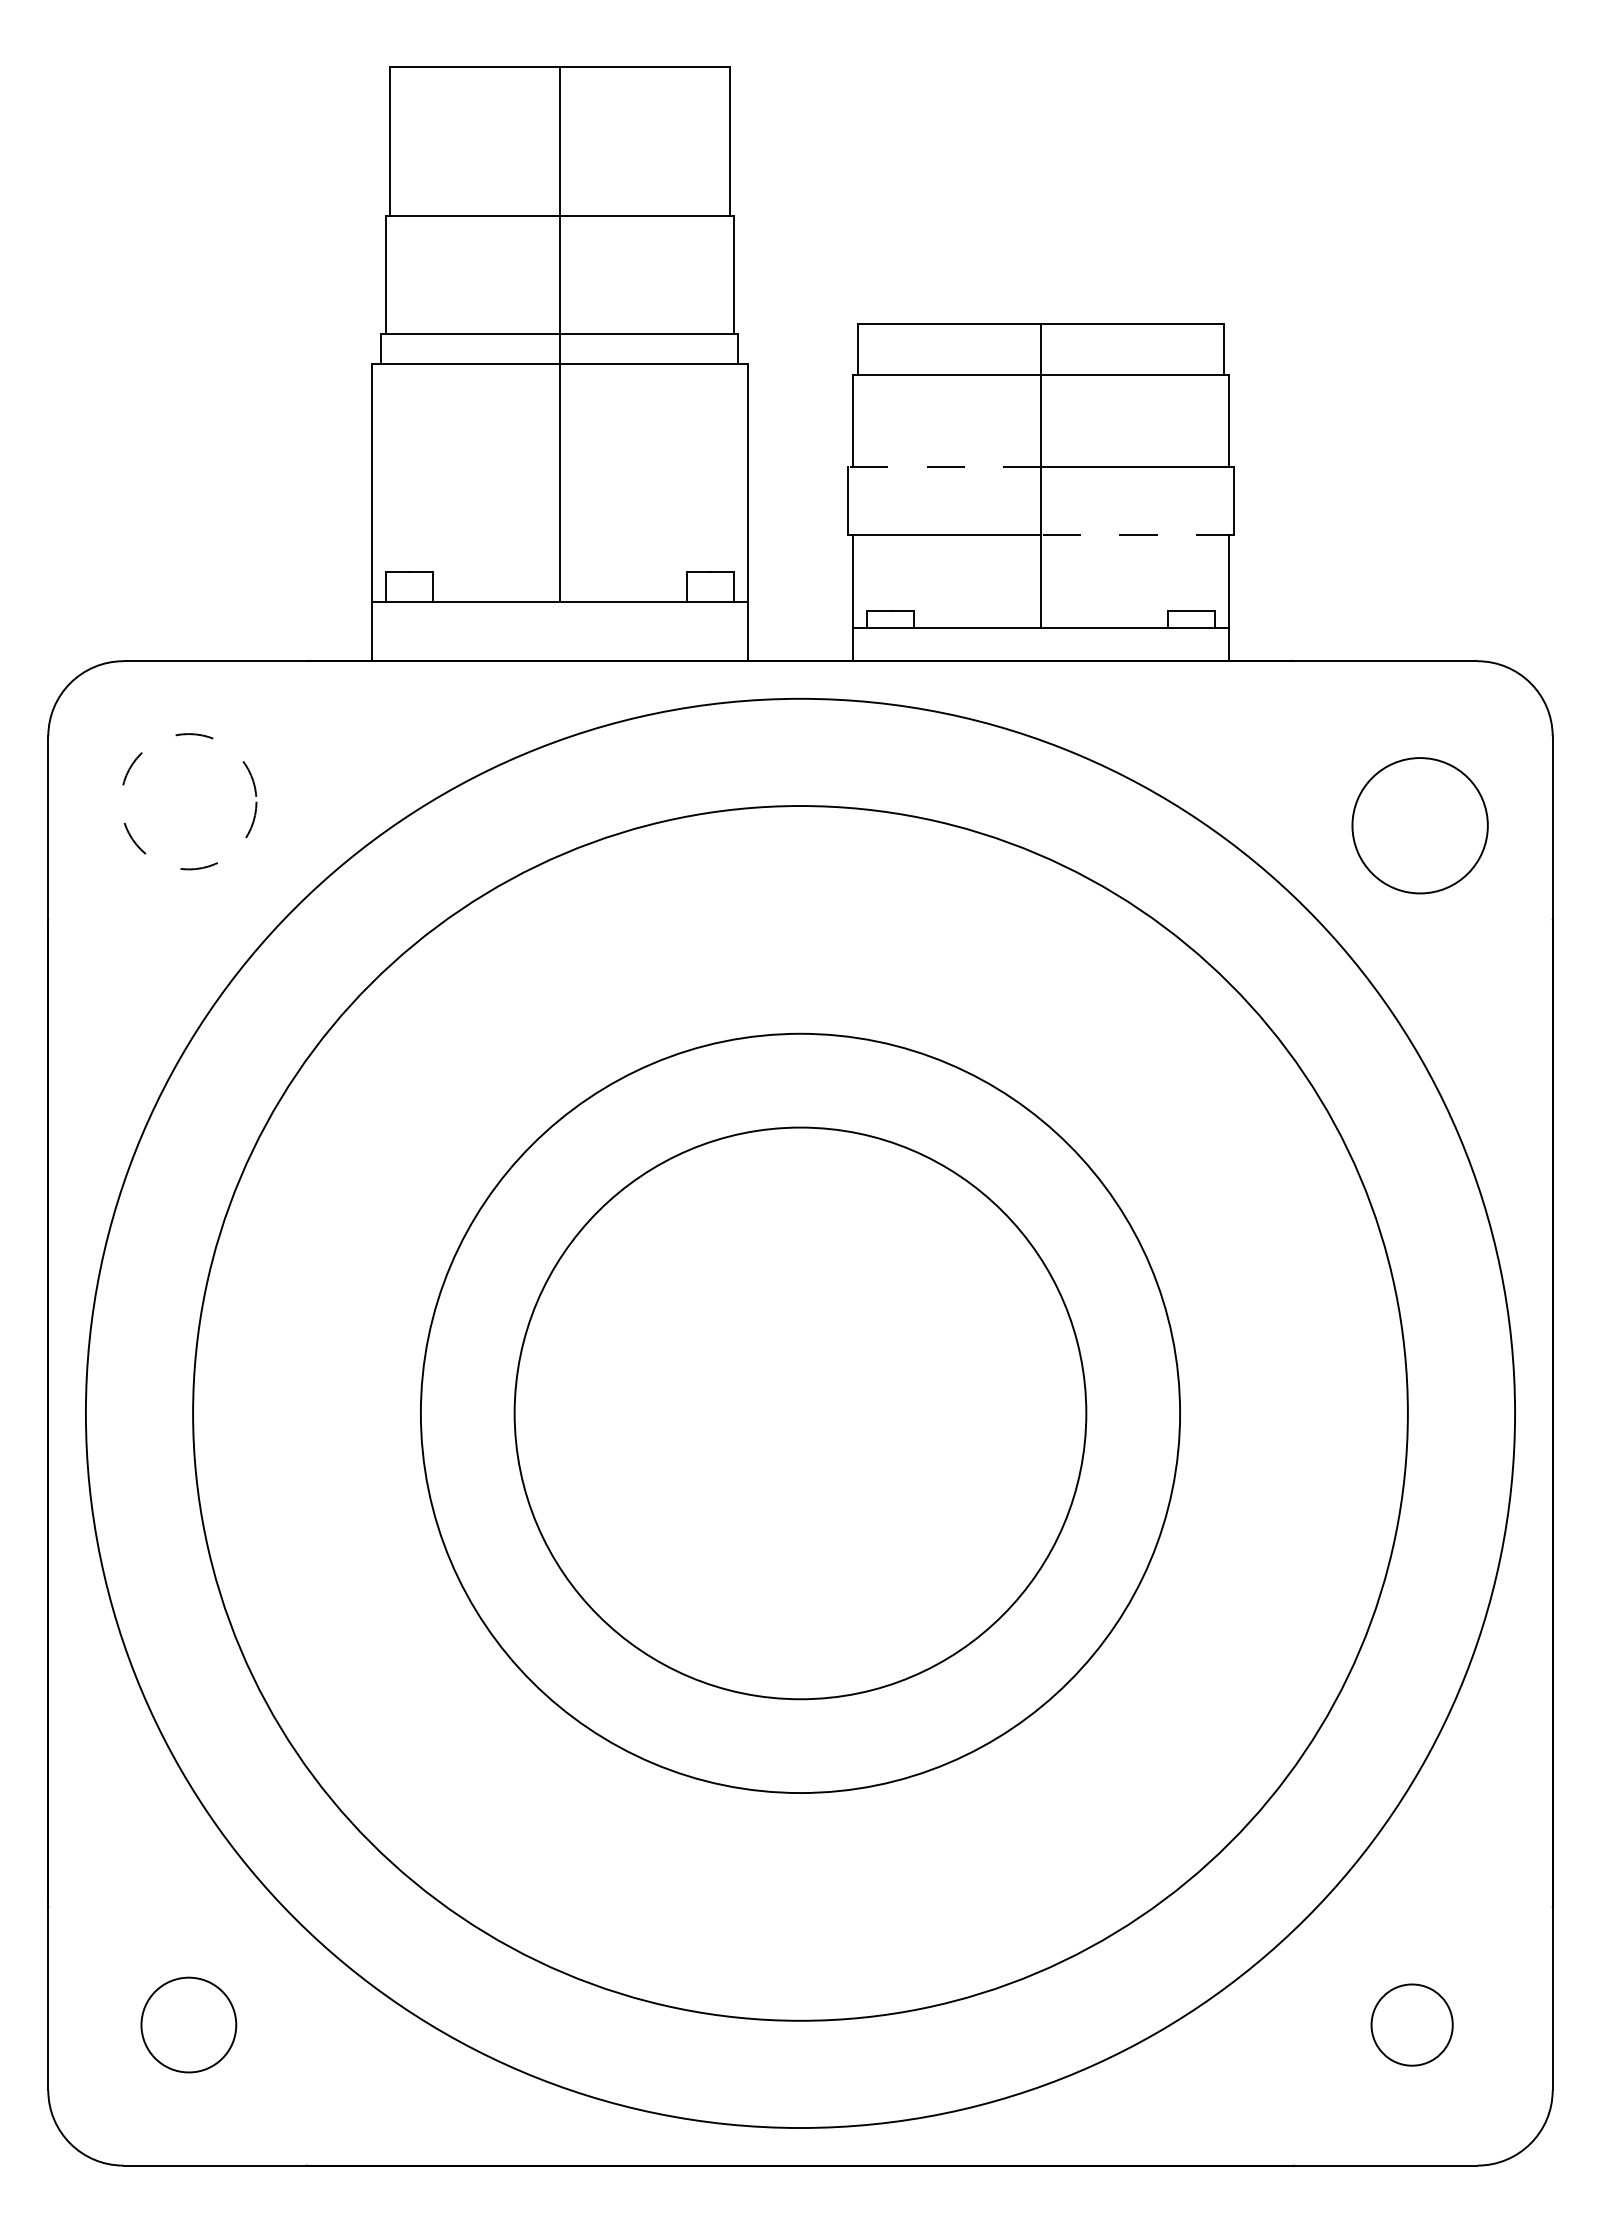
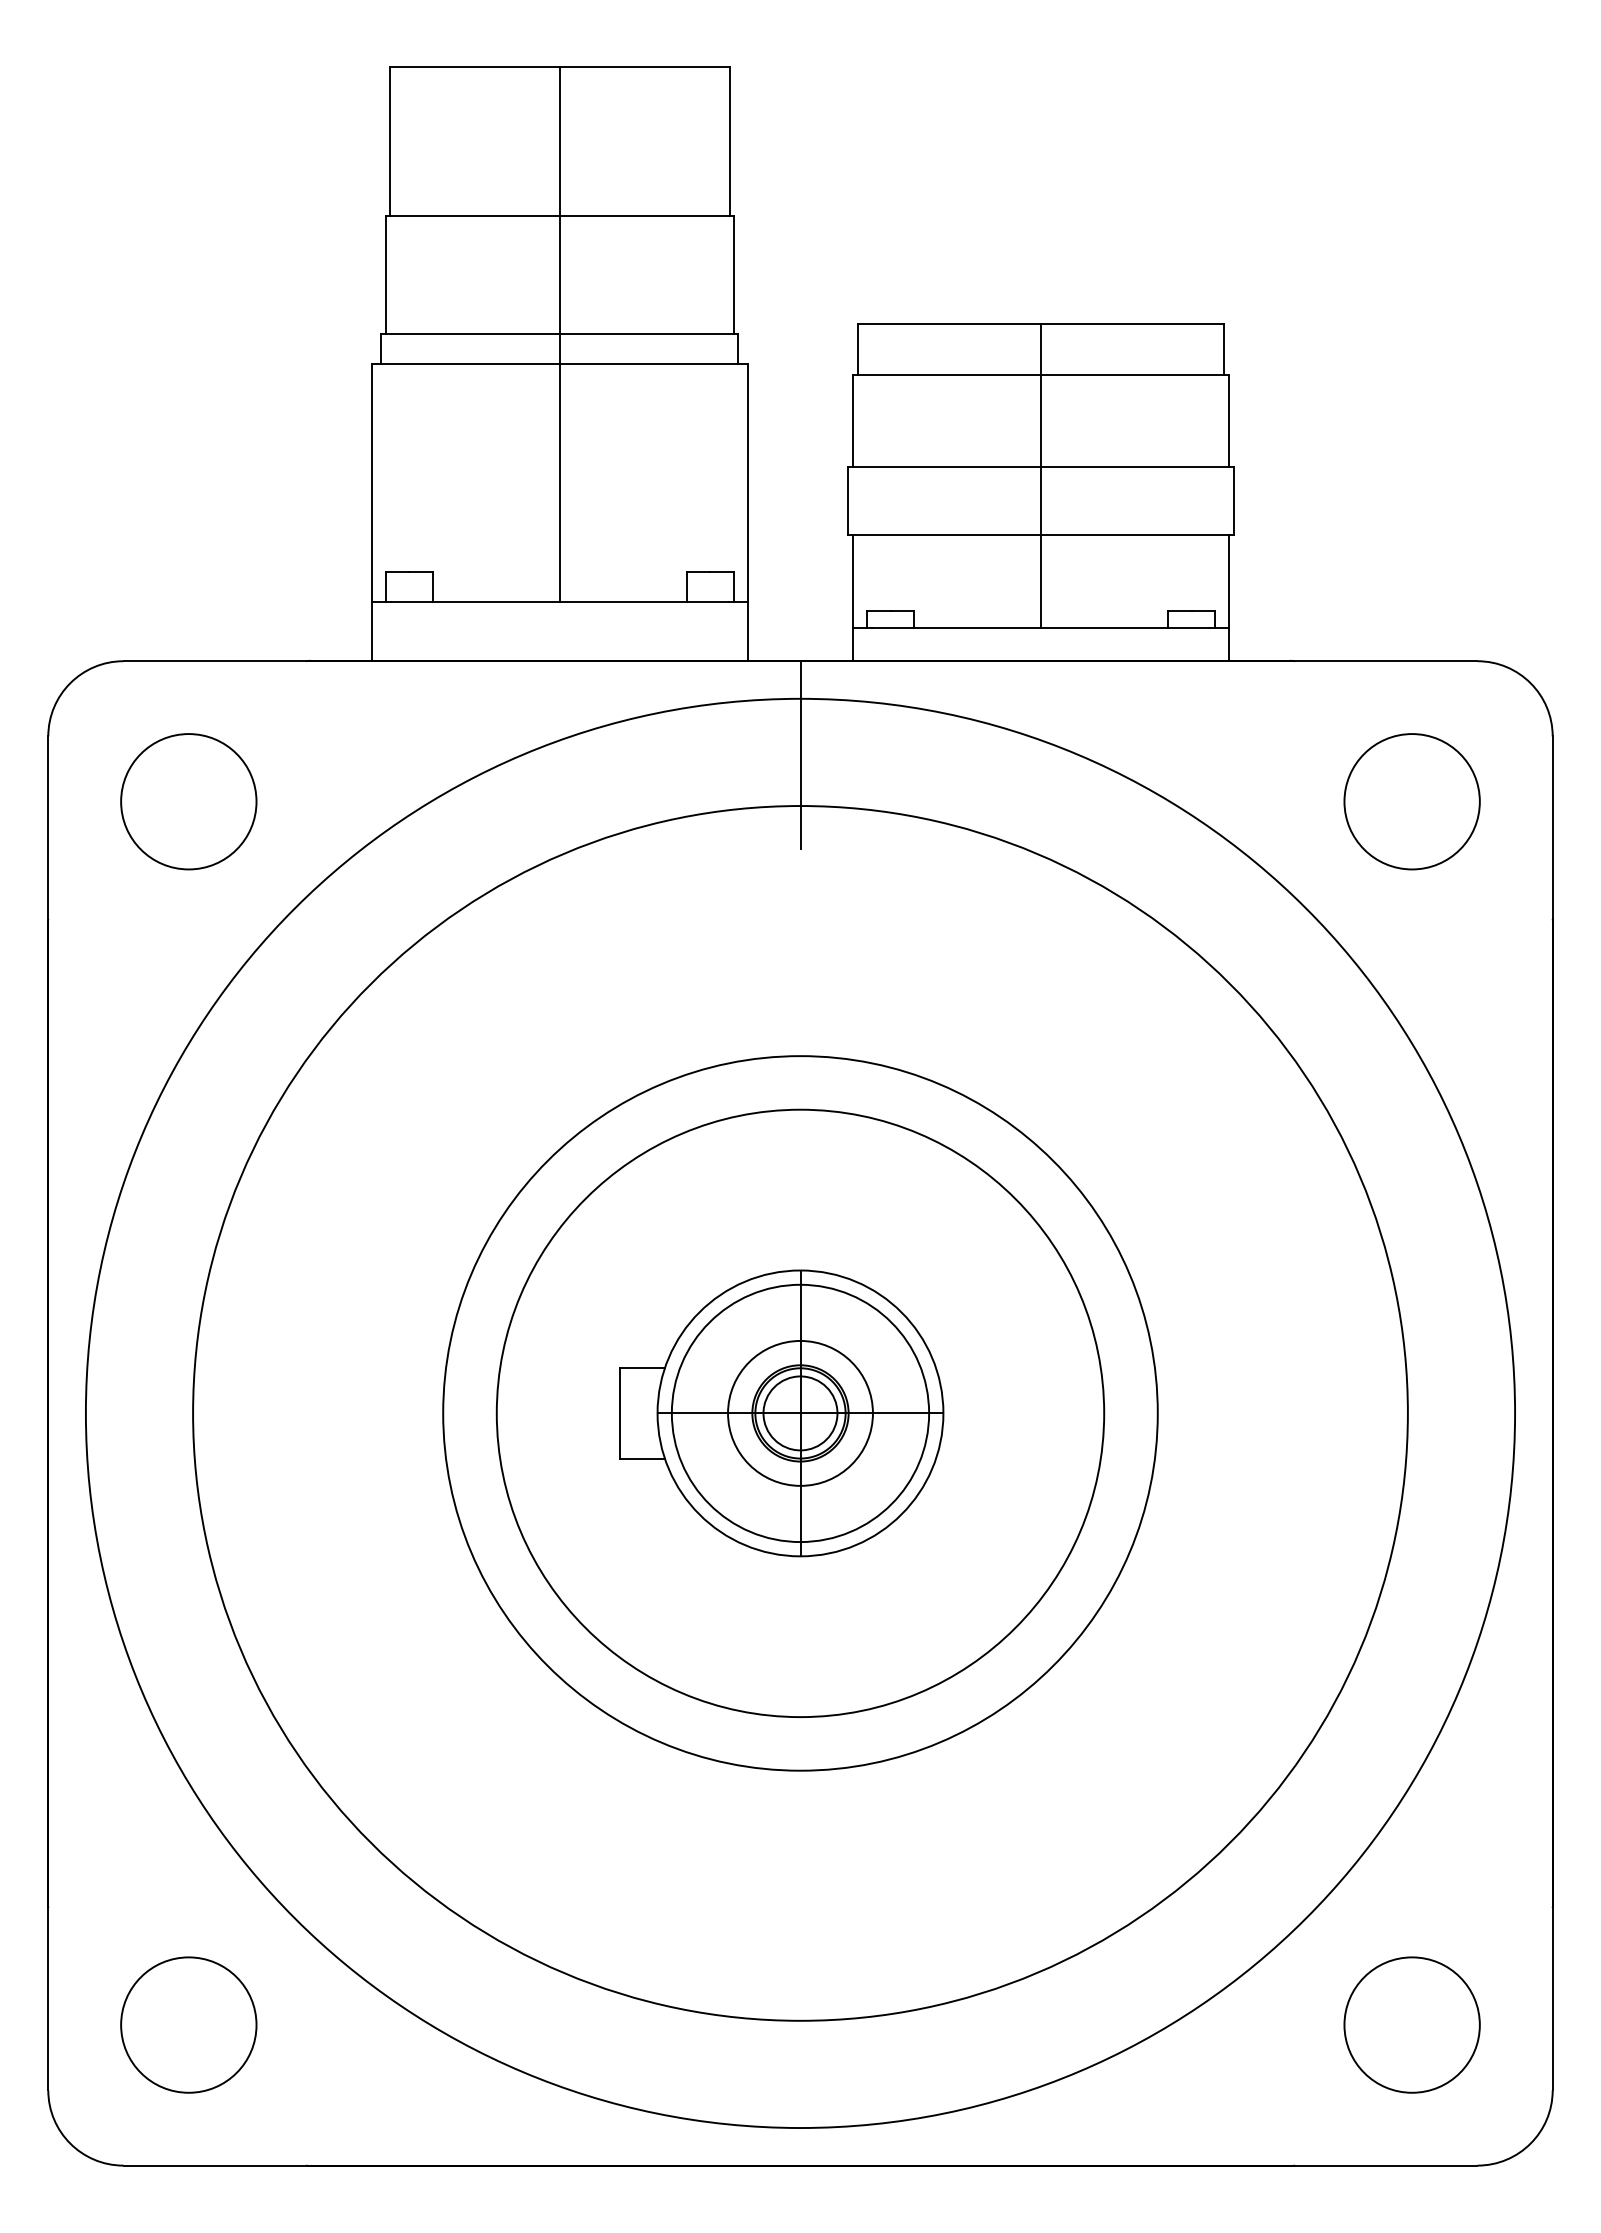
line at (944, 467): dashed -> solid
line at (1137, 534): dashed -> solid
line at (800, 754): none -> present
circle at (188, 801): dashed -> solid
circle at (1419, 825) position: (1419, 825) -> (1411, 801)
part at (781, 1413): none -> present
circle at (800, 1413) diameter: 572 px -> 715 px
circle at (800, 1413) diameter: 759 px -> 607 px
circle at (188, 2024) size: 98x98 px -> 138x138 px
circle at (1411, 2024) diameter: 81 px -> 135 px
